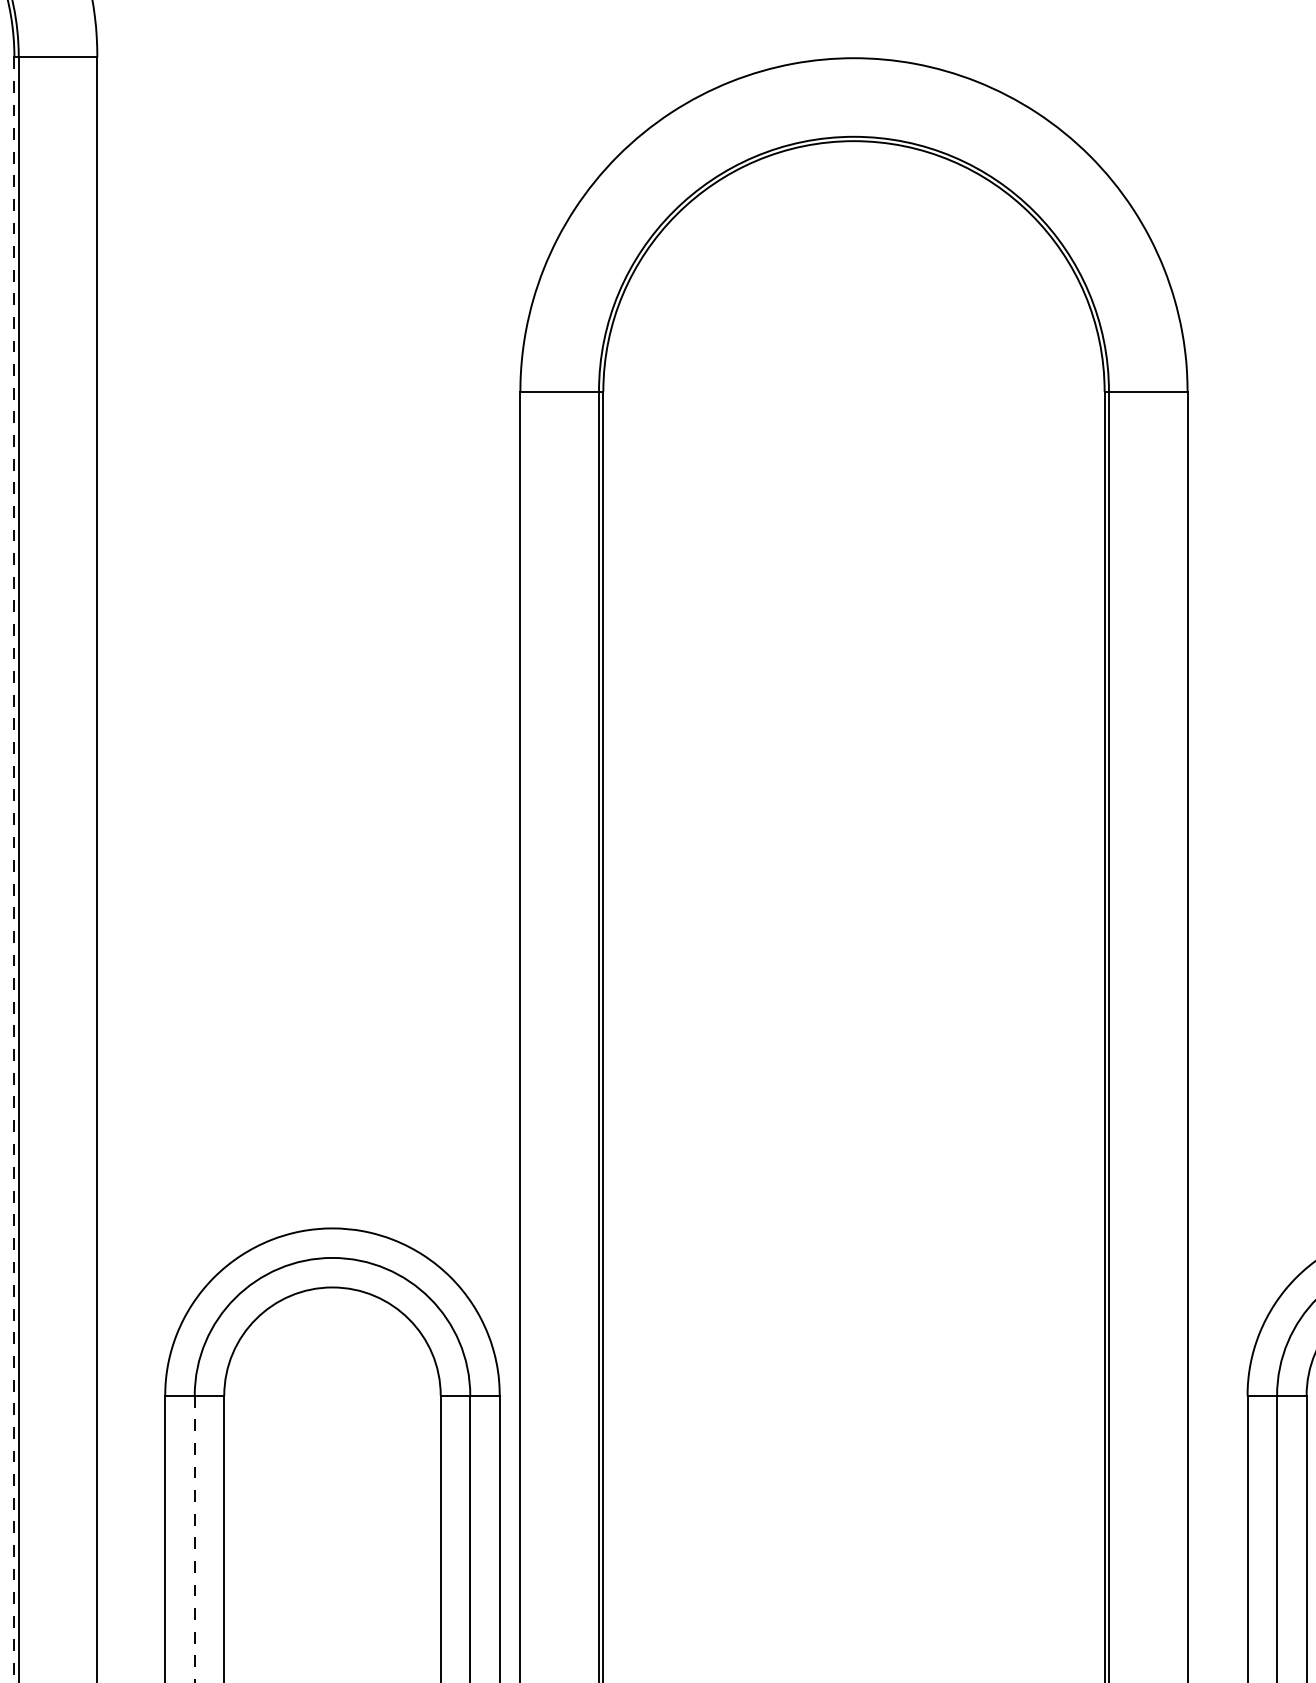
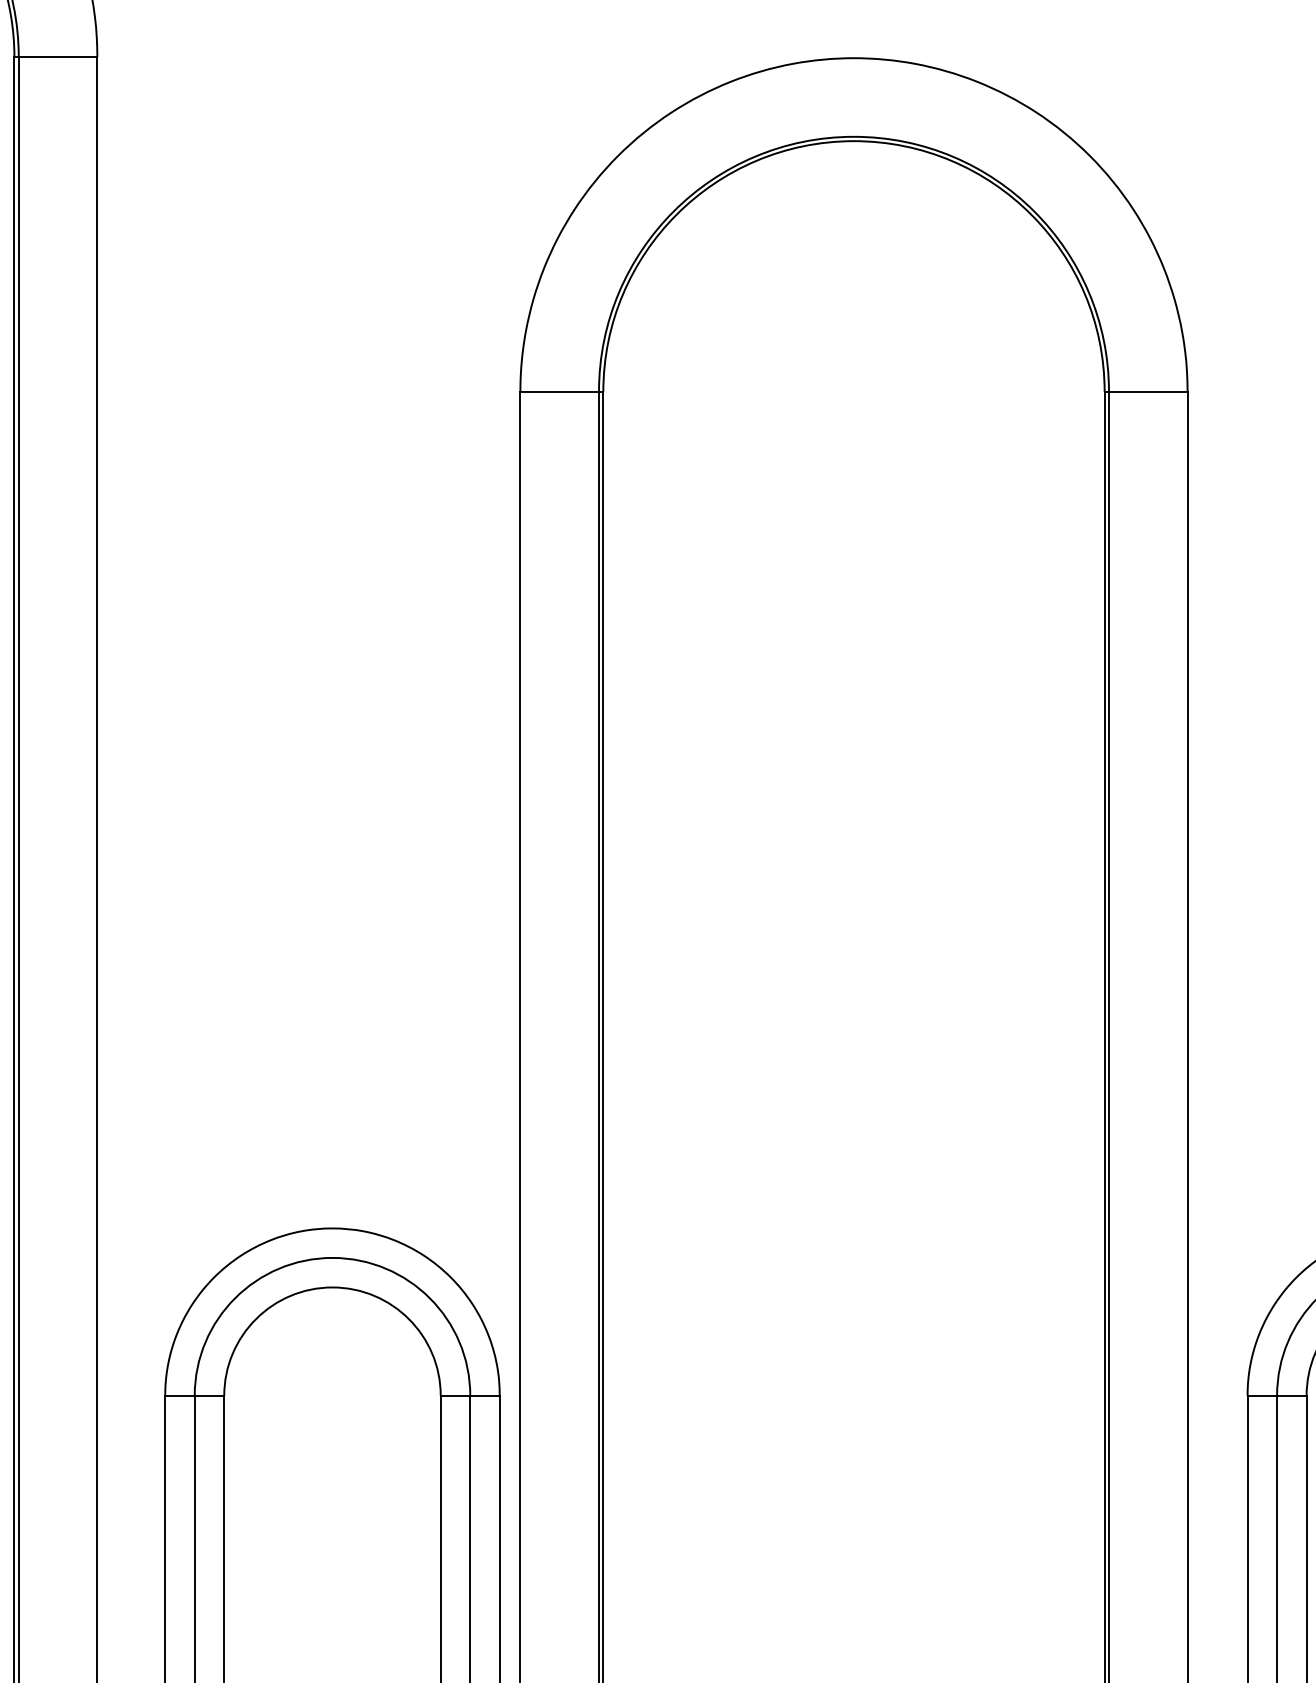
line at (14, 870): dashed -> solid
line at (194, 1539): dashed -> solid
